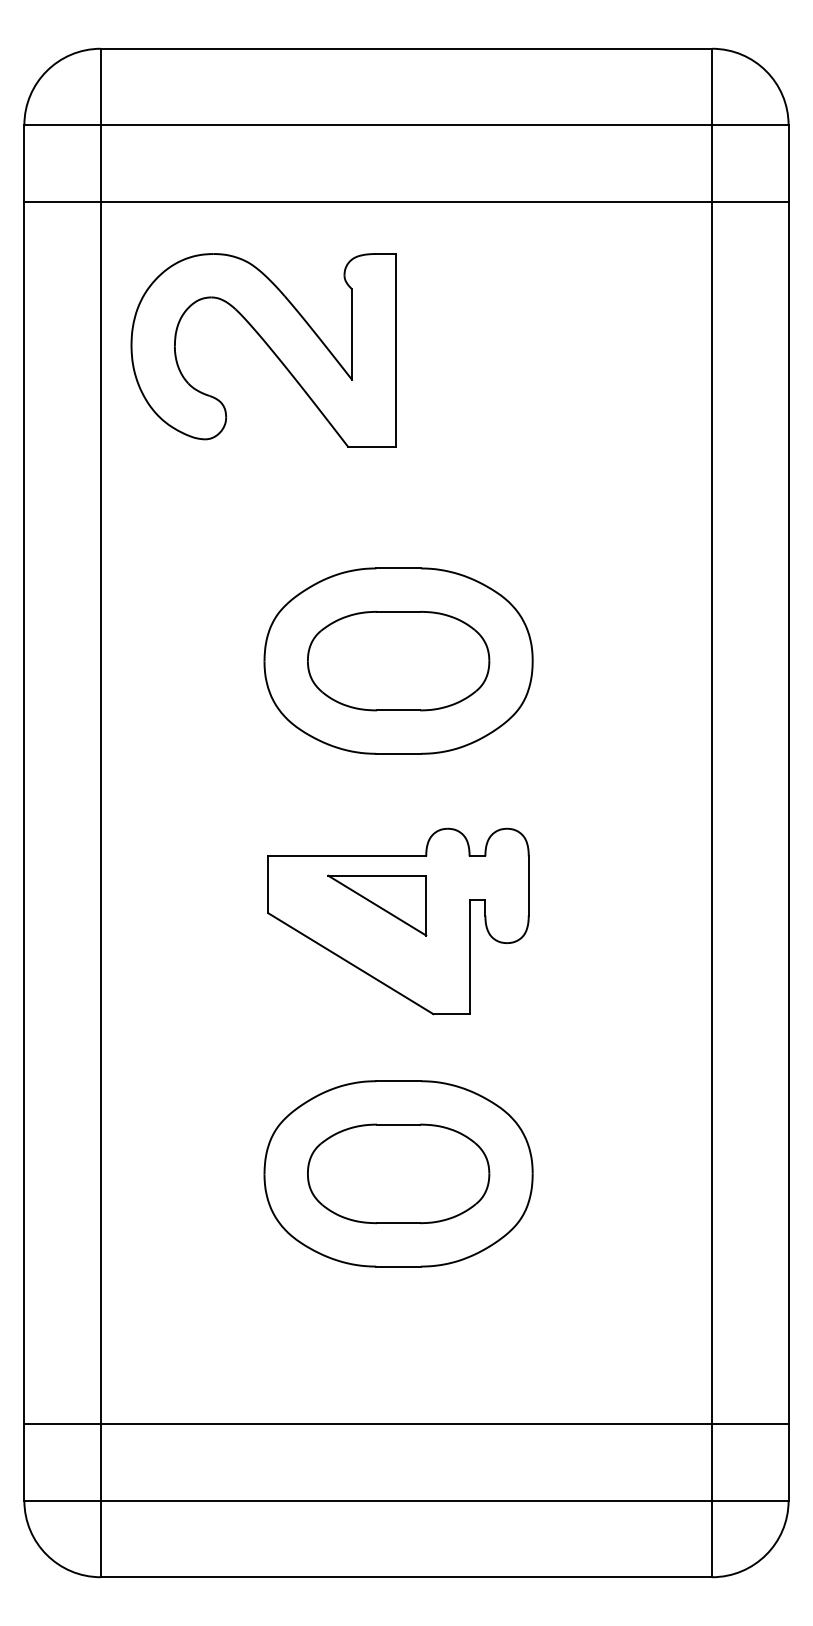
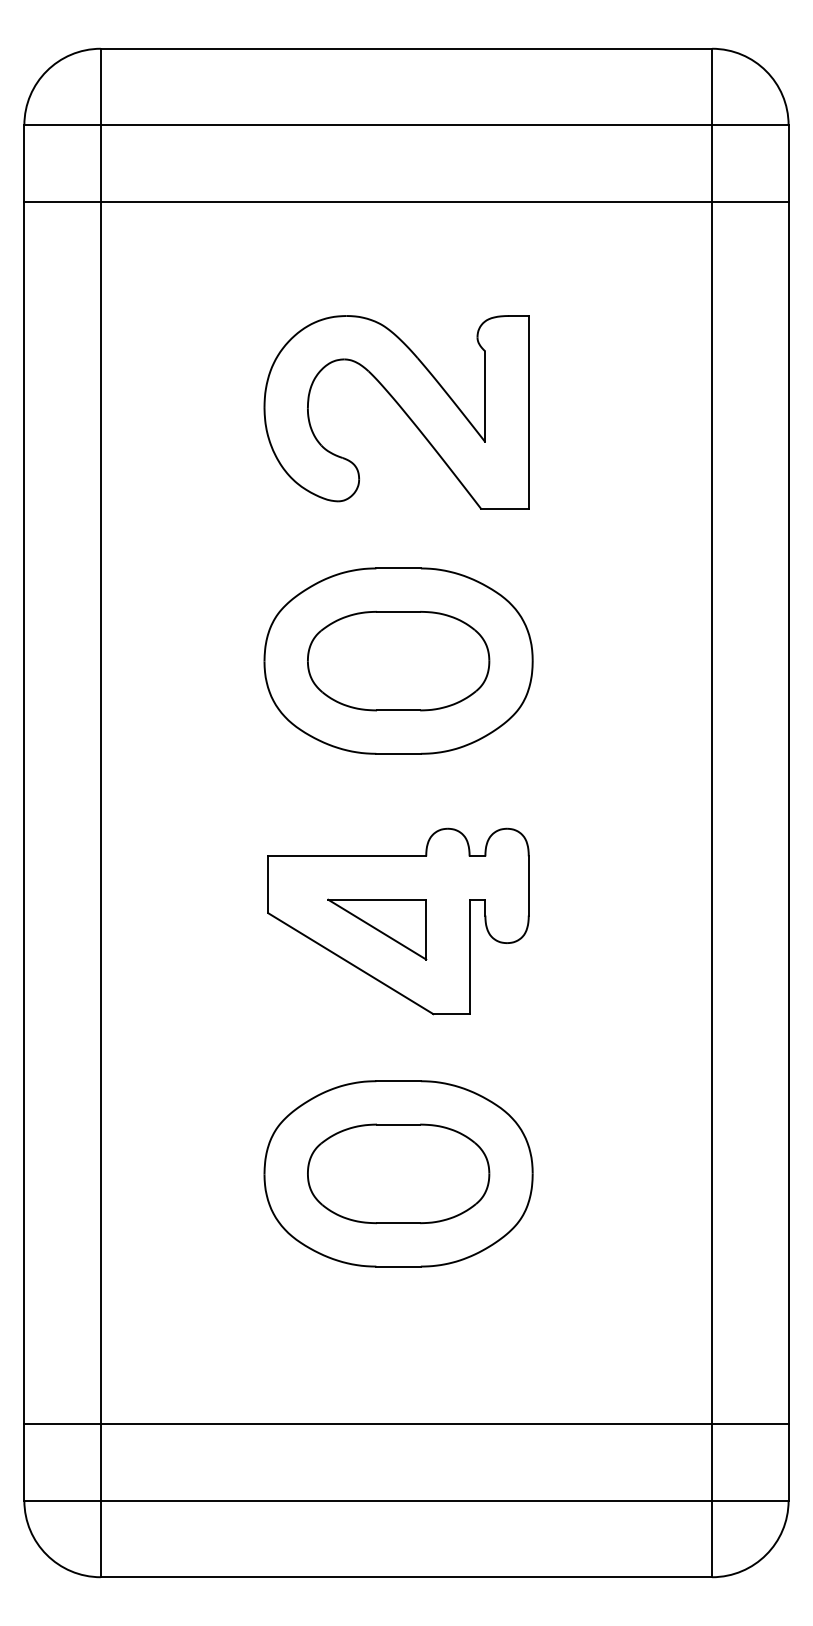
part at (263, 350) position: (263, 350) -> (396, 412)
part at (377, 905) position: (377, 905) -> (377, 929)
